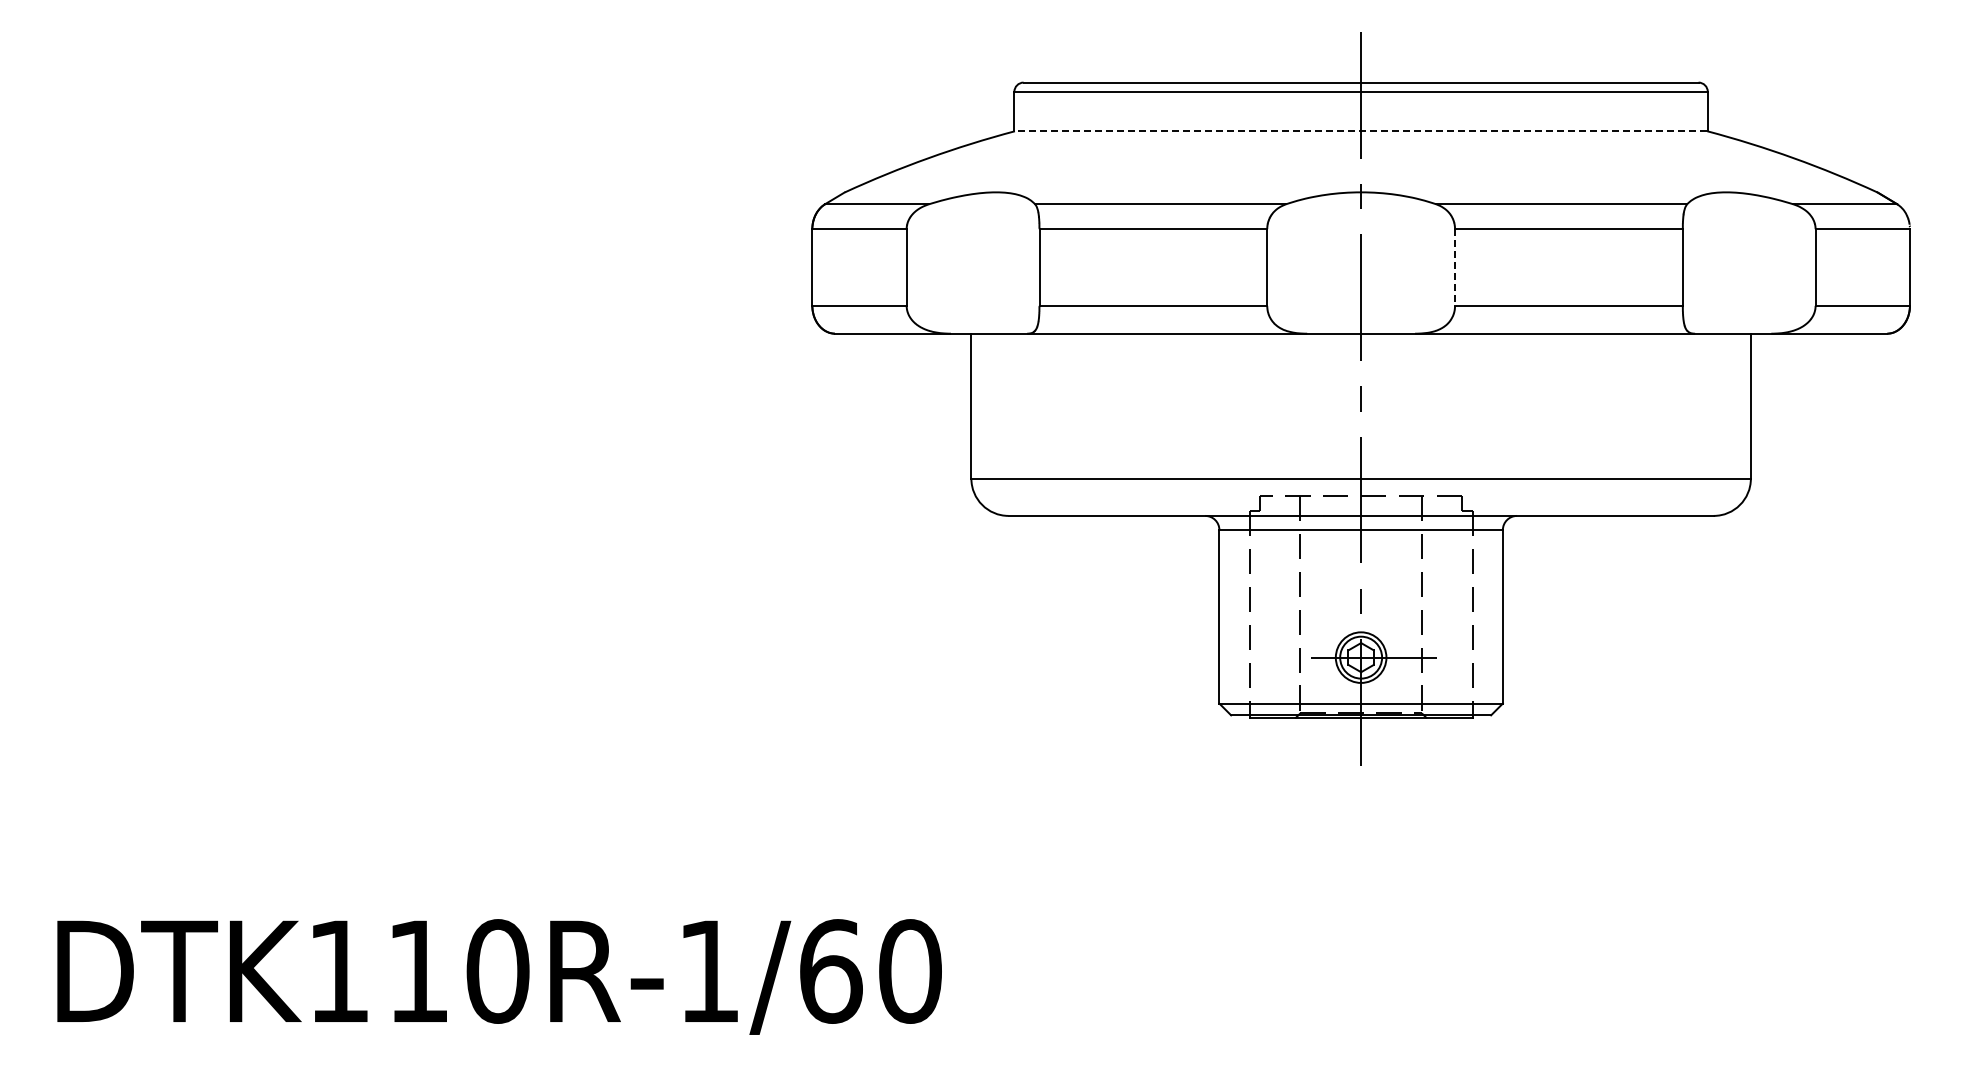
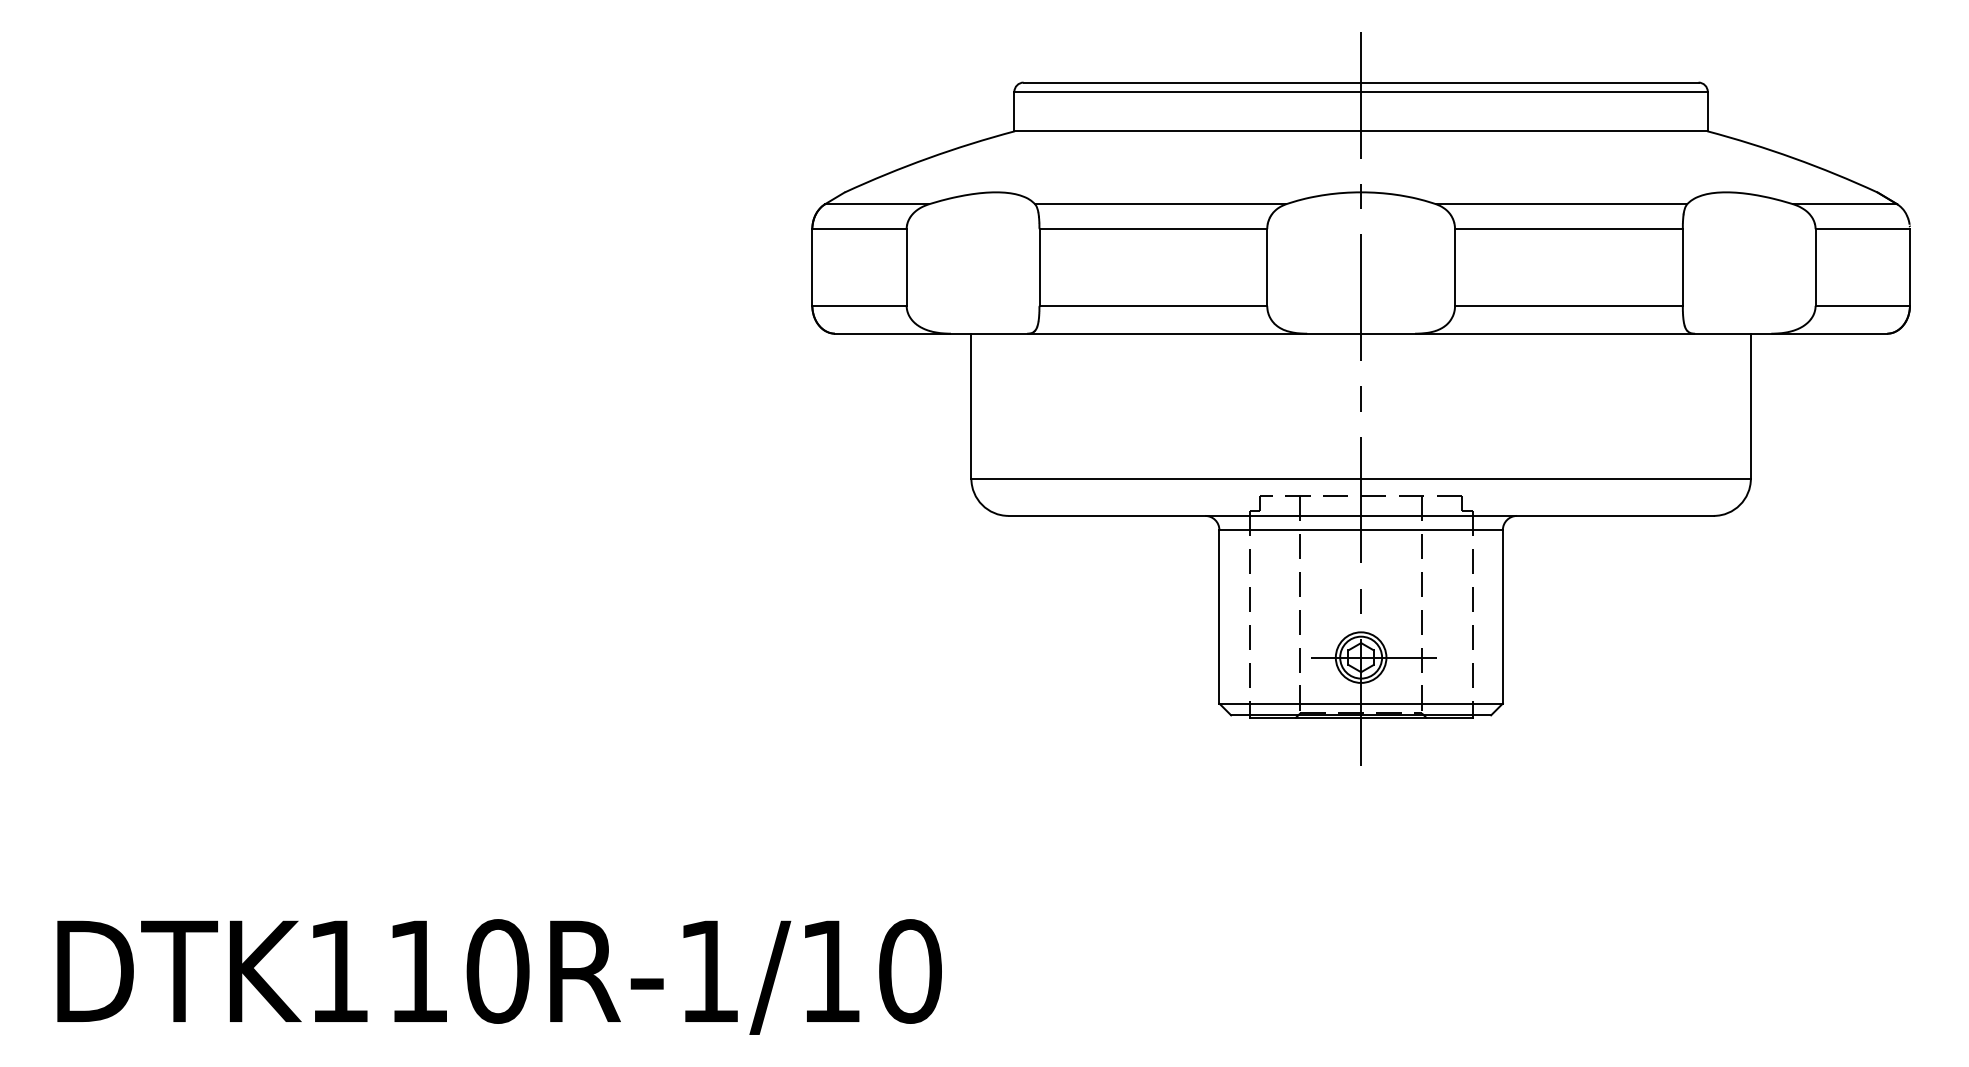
line at (1360, 131): dashed -> solid
line at (1455, 268): dashed -> solid
text at (831, 971): DTK110R-1/60 -> DTK110R-1/10
